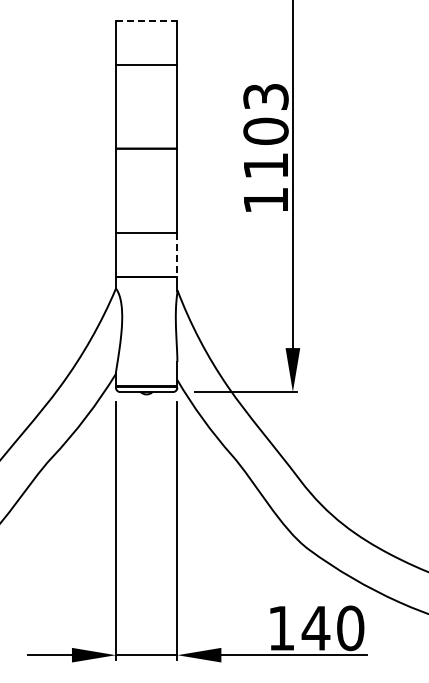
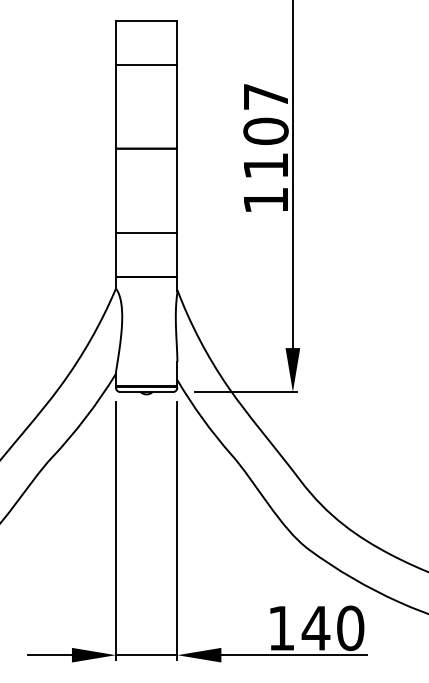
line at (146, 20): dashed -> solid
text at (265, 96): 1103 -> 1107
line at (177, 254): dashed -> solid
